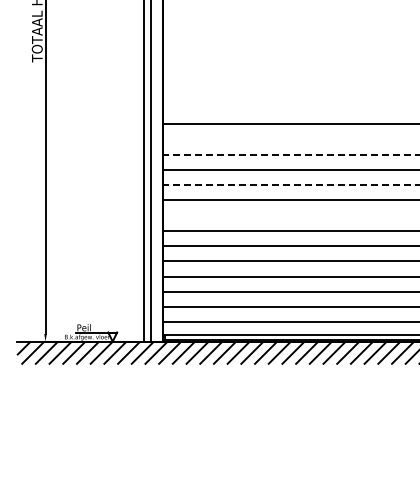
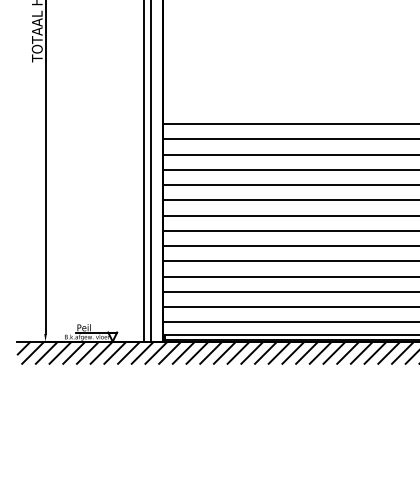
line at (289, 139): none -> present
line at (291, 154): dashed -> solid
line at (291, 185): dashed -> solid
line at (289, 215): none -> present
